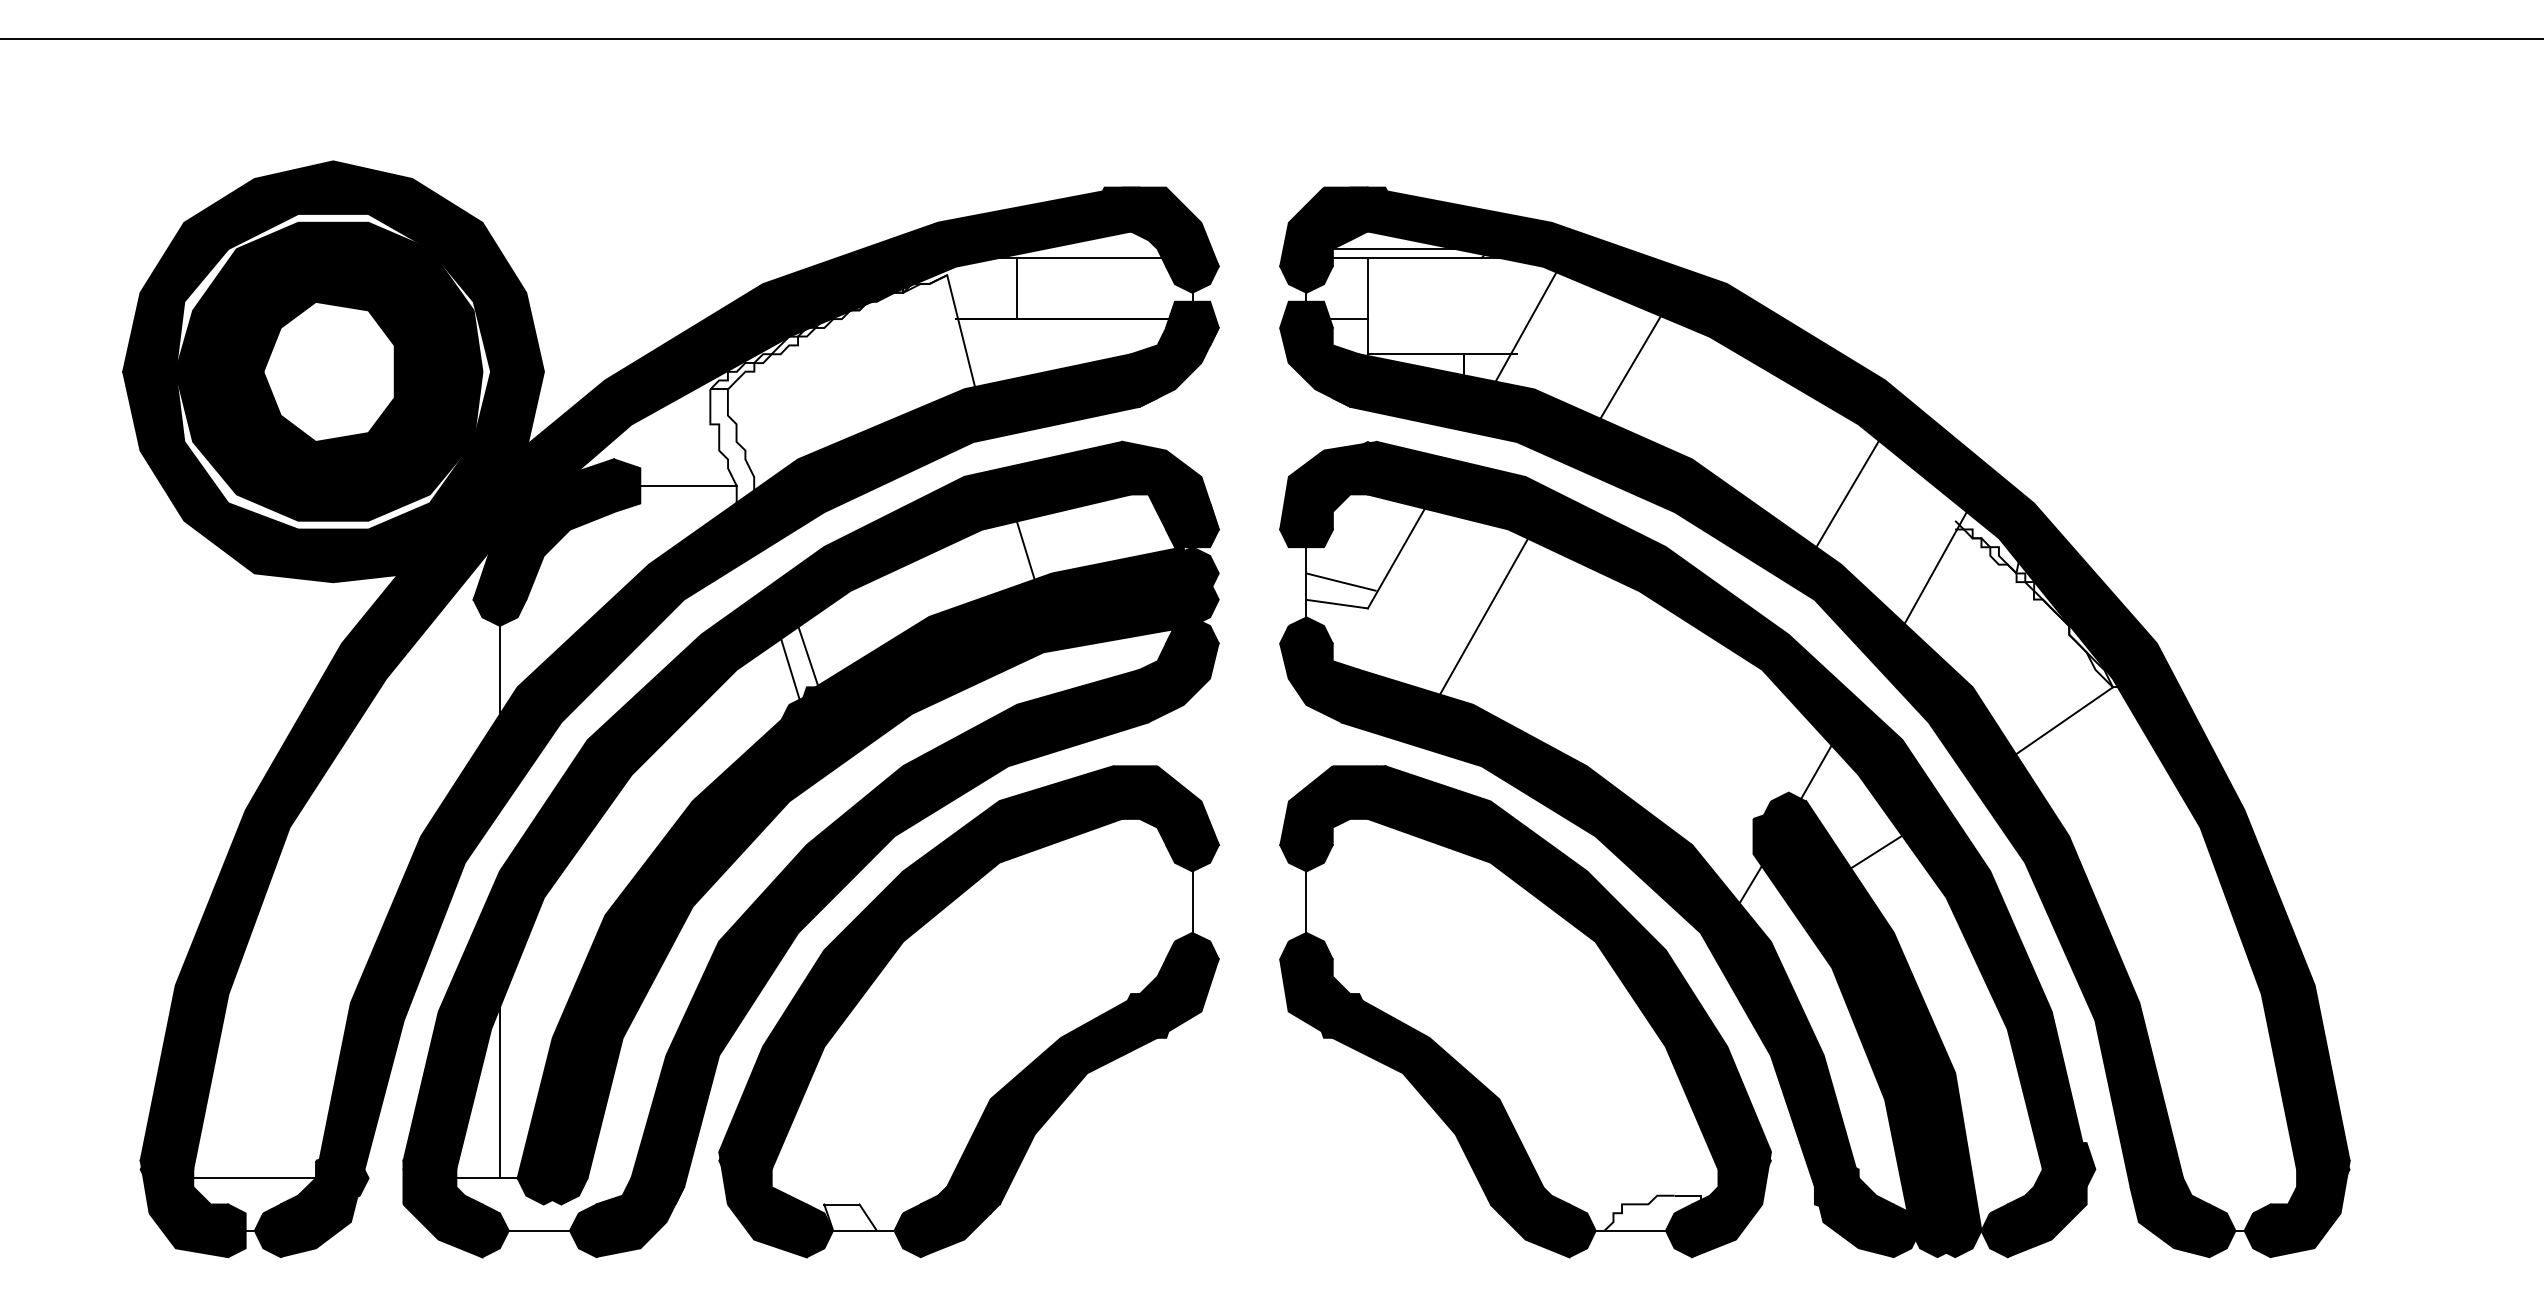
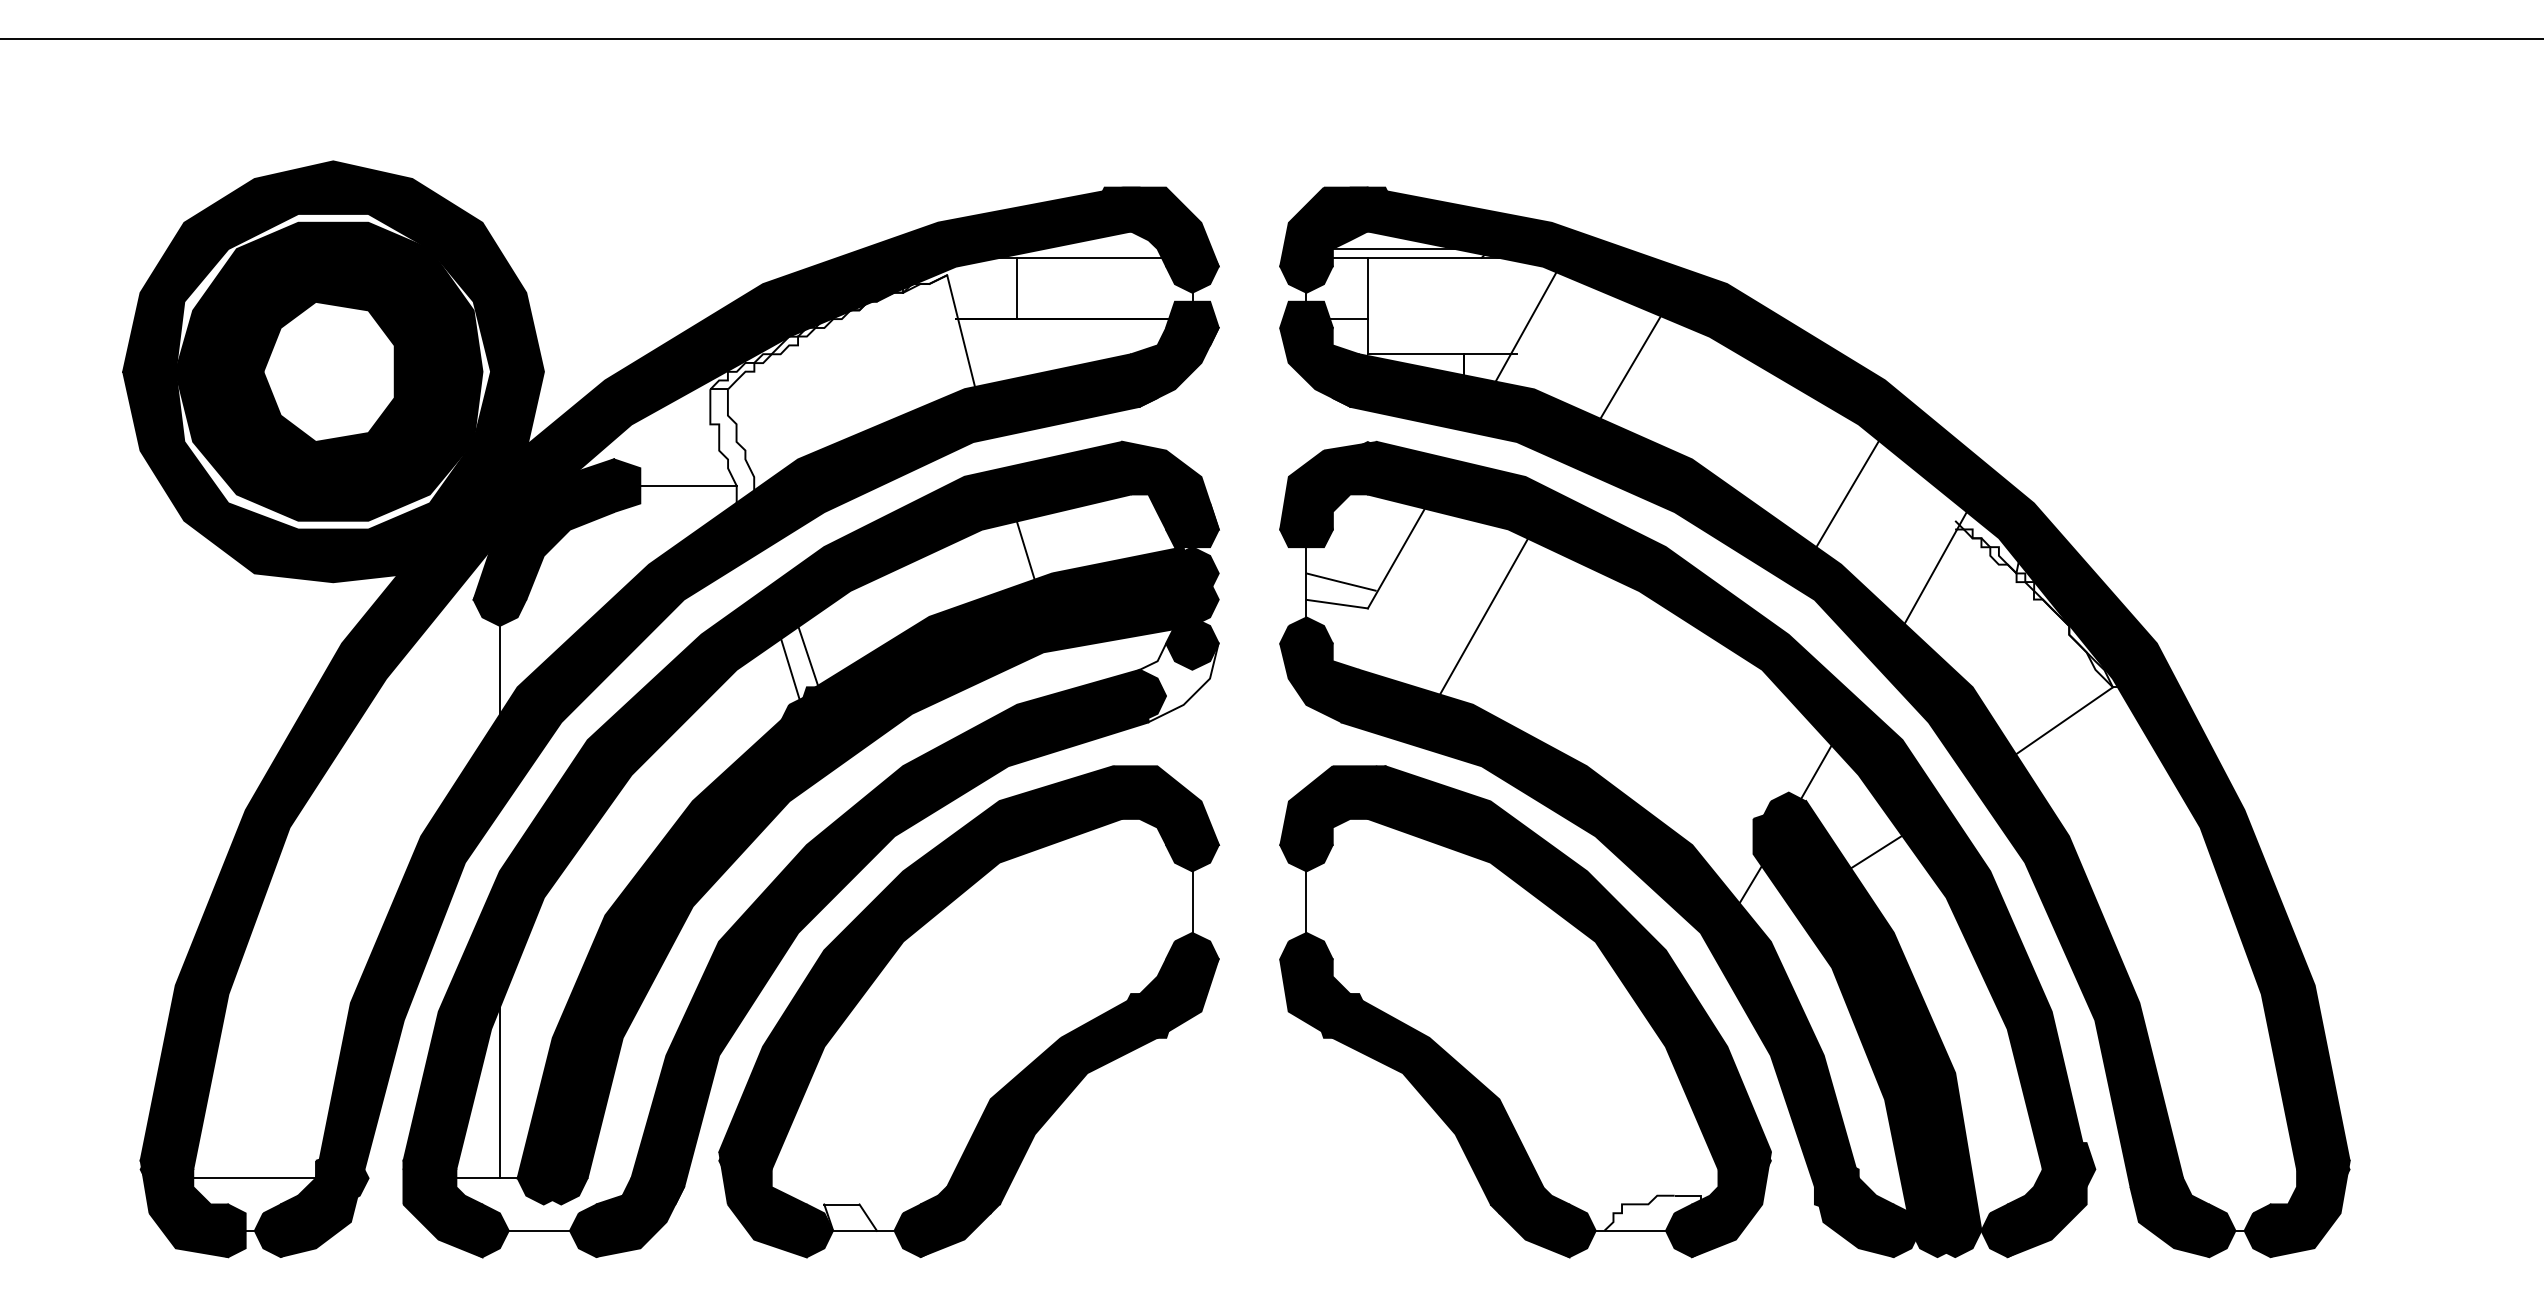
fill at (1178, 682): present -> none
